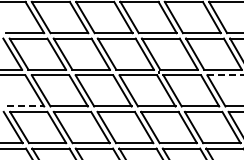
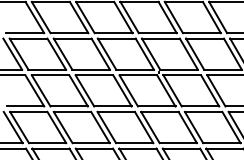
line at (225, 75): dashed -> solid
line at (25, 106): dashed -> solid
